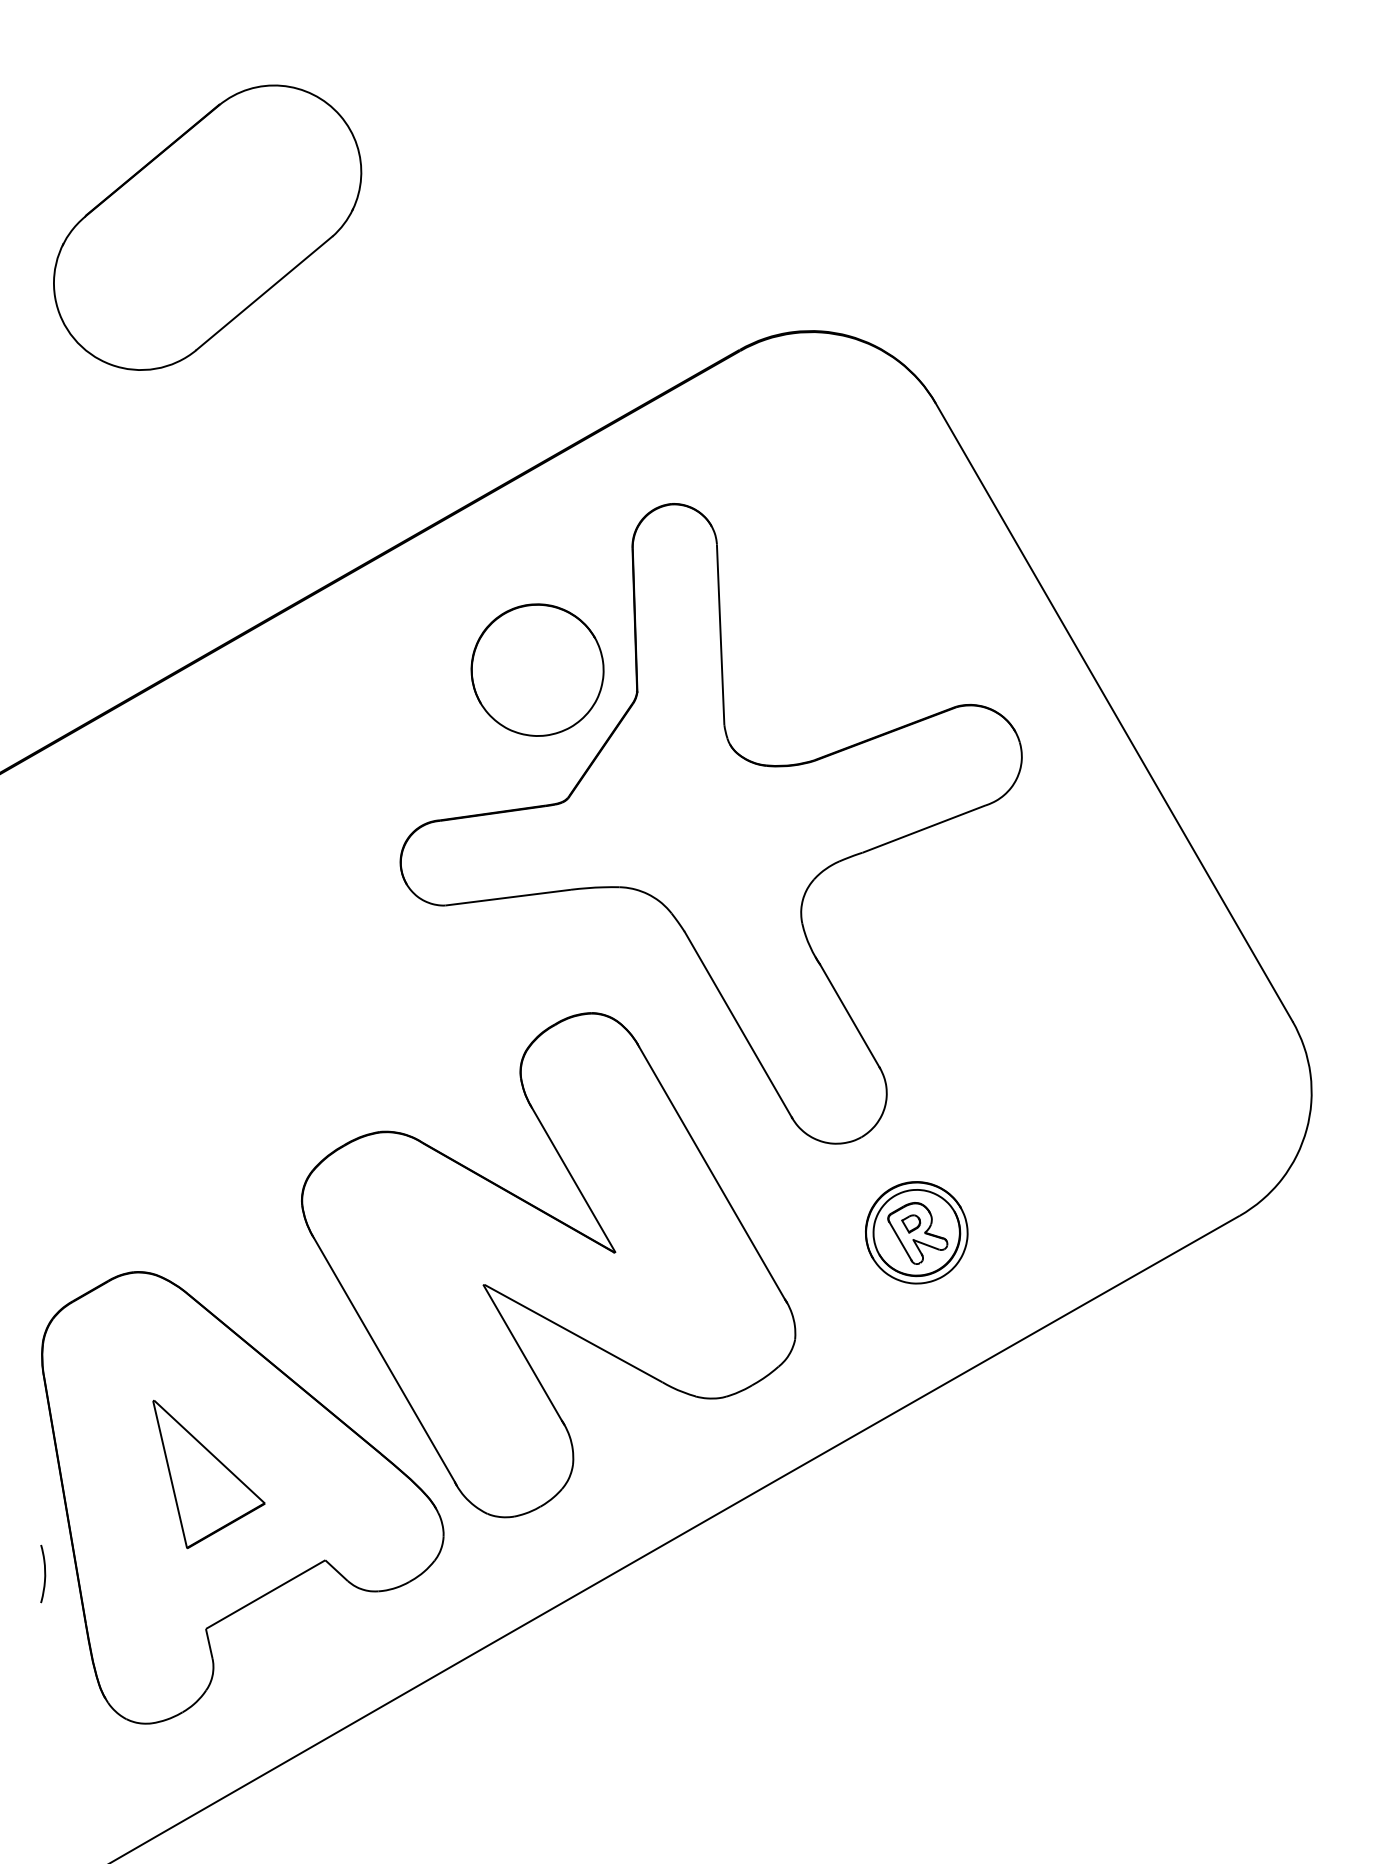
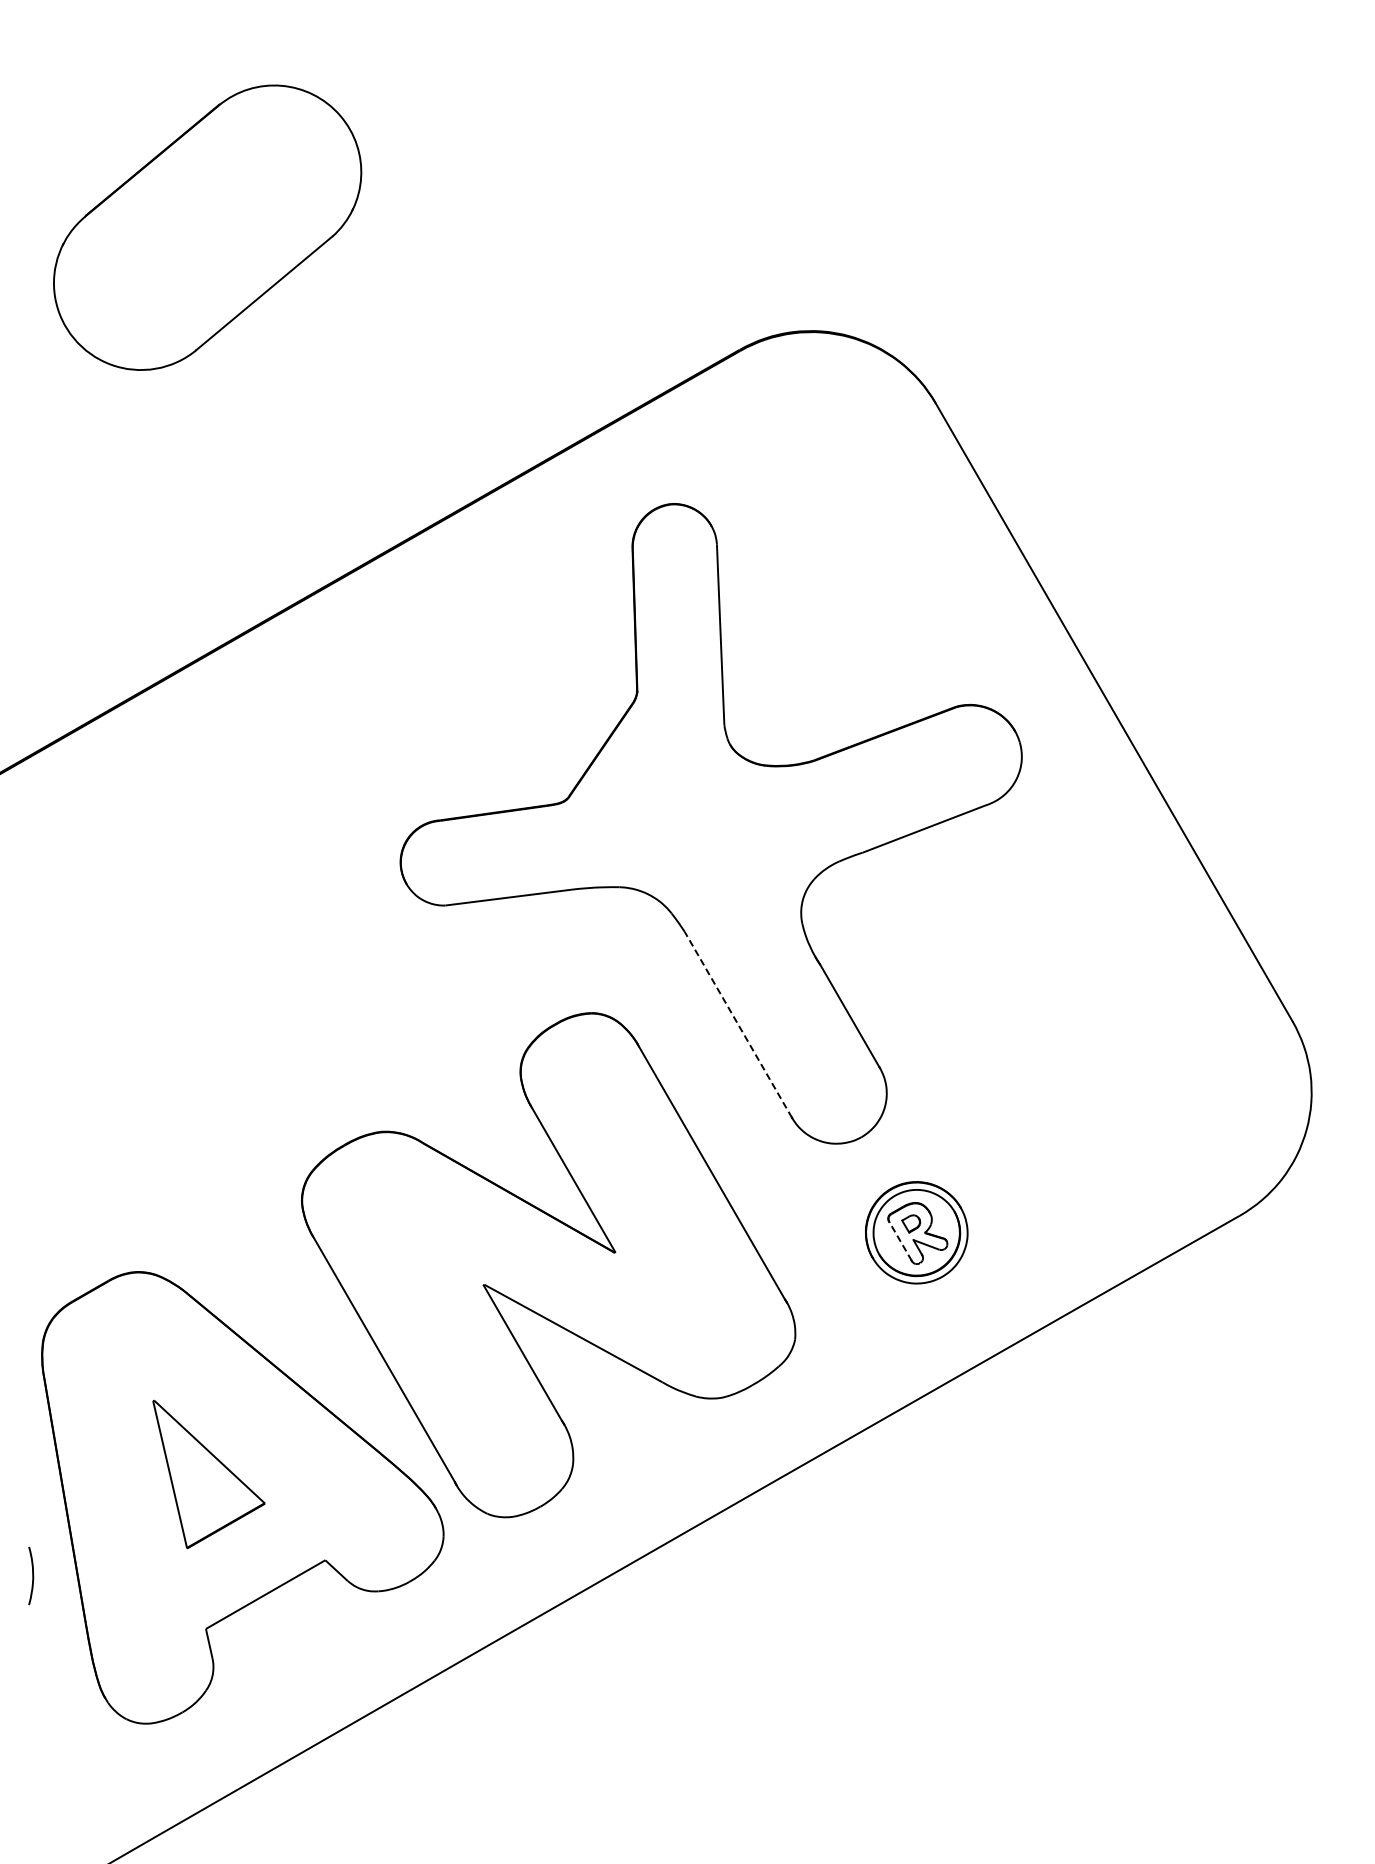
part at (537, 669): present -> none
line at (738, 1024): solid -> dashed
line at (900, 1241): solid -> dashed
curve at (44, 1573) position: (44, 1573) -> (32, 1575)
